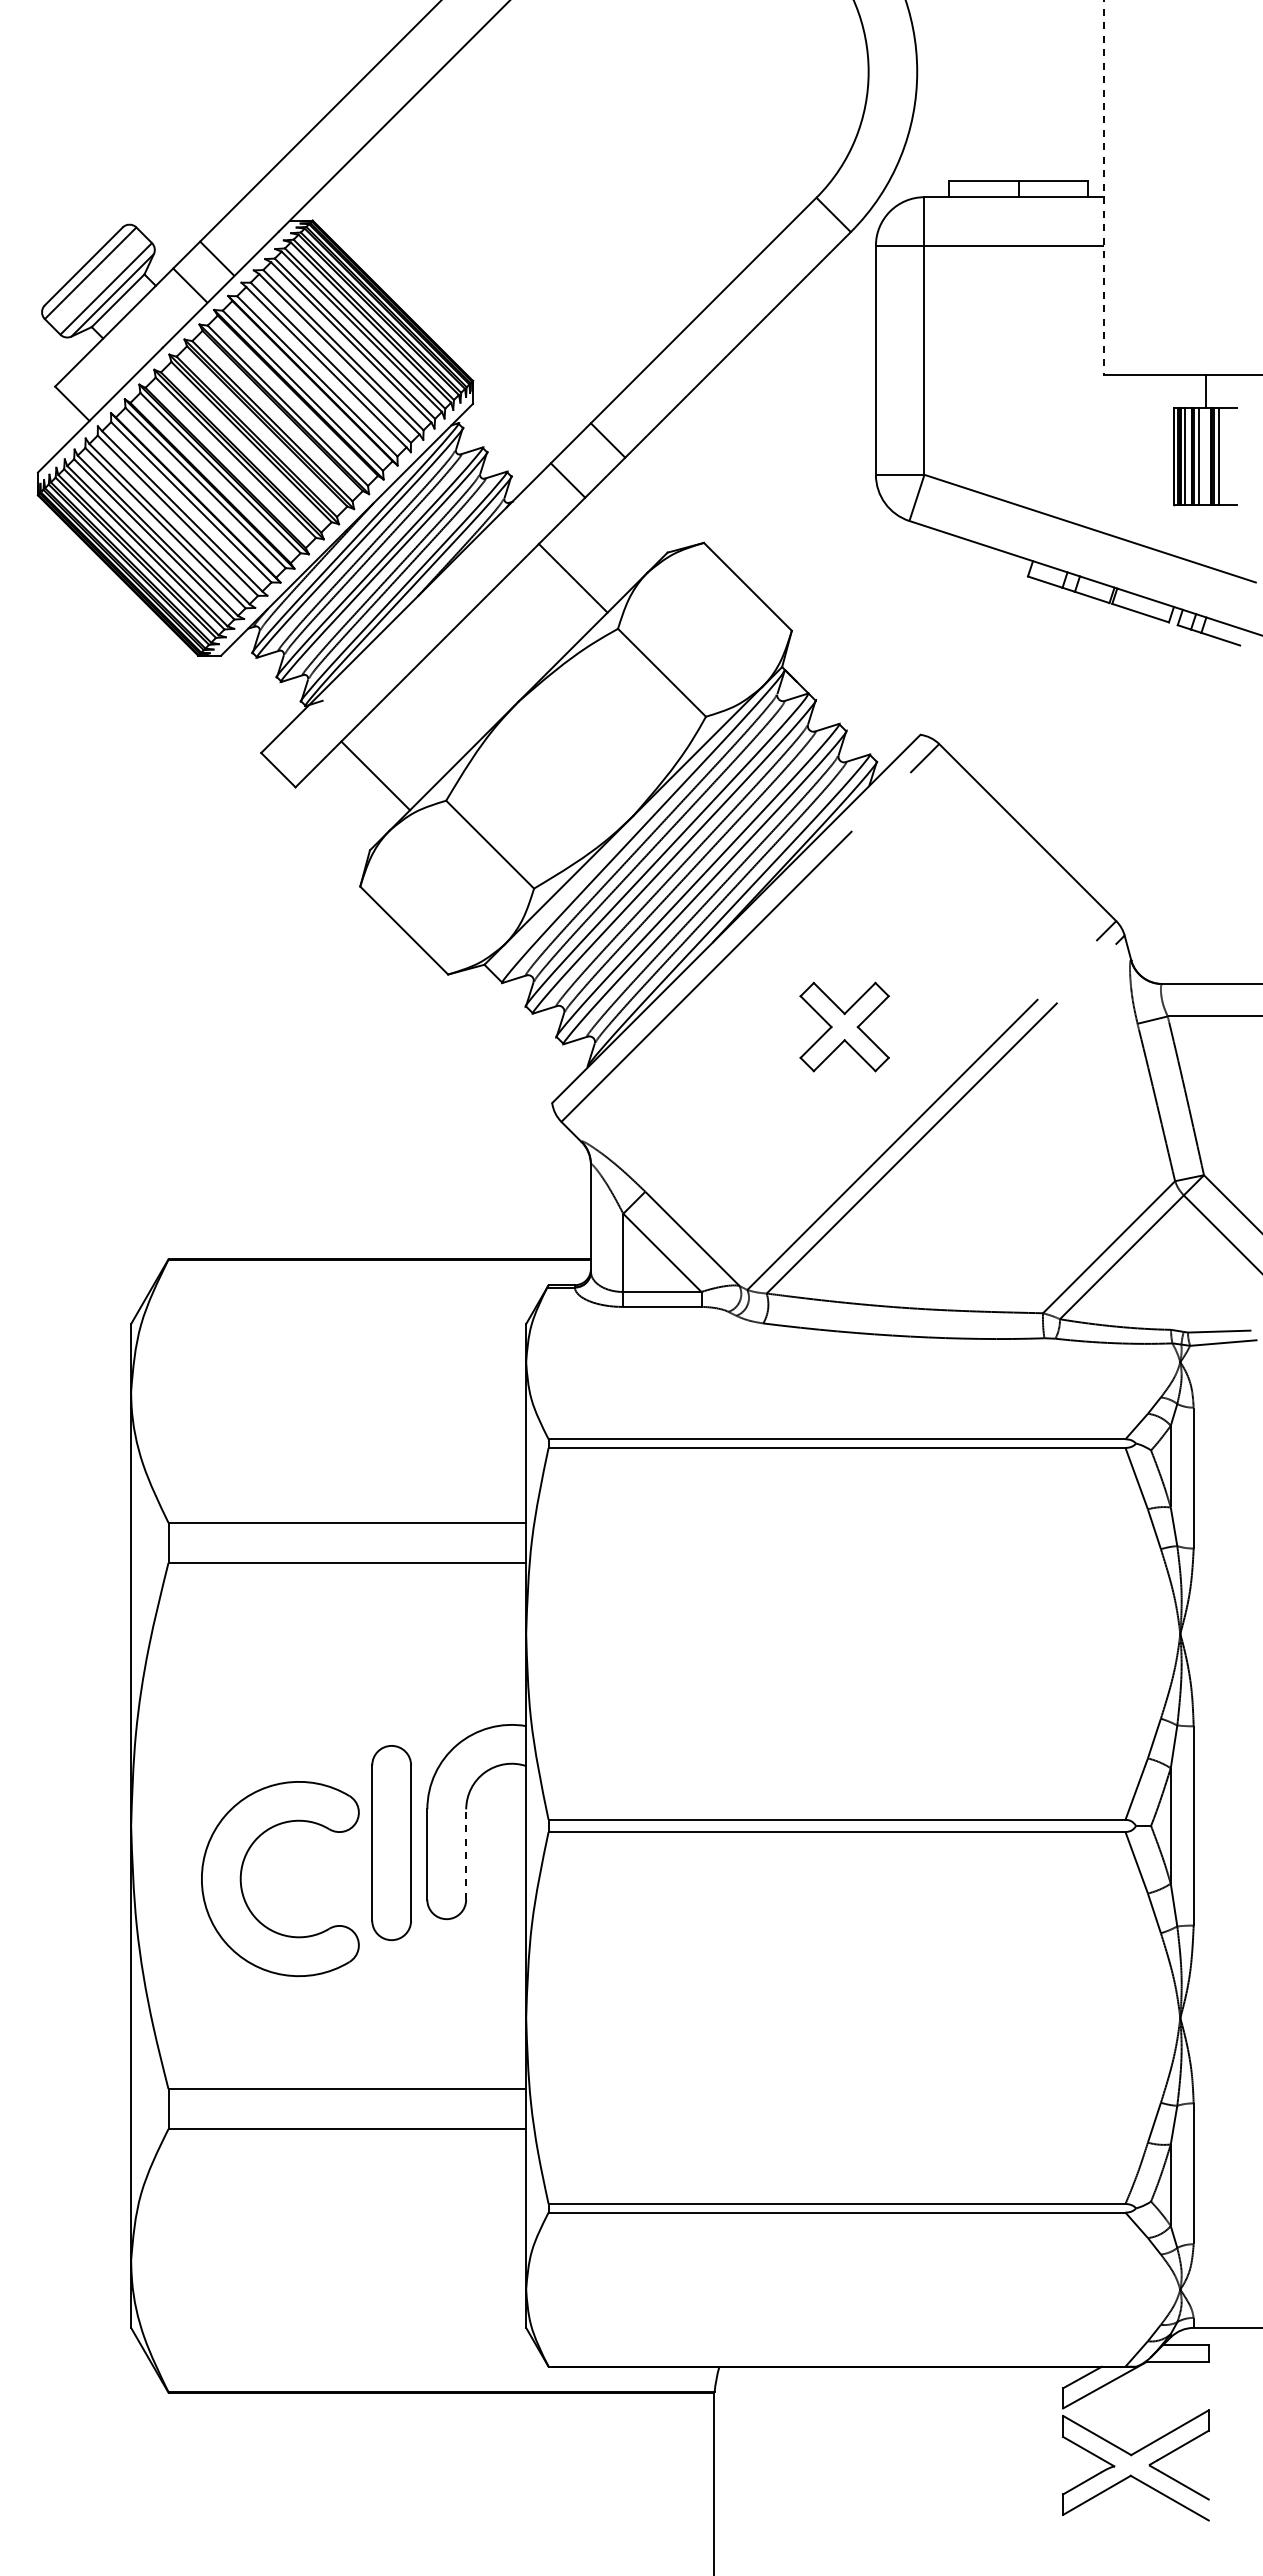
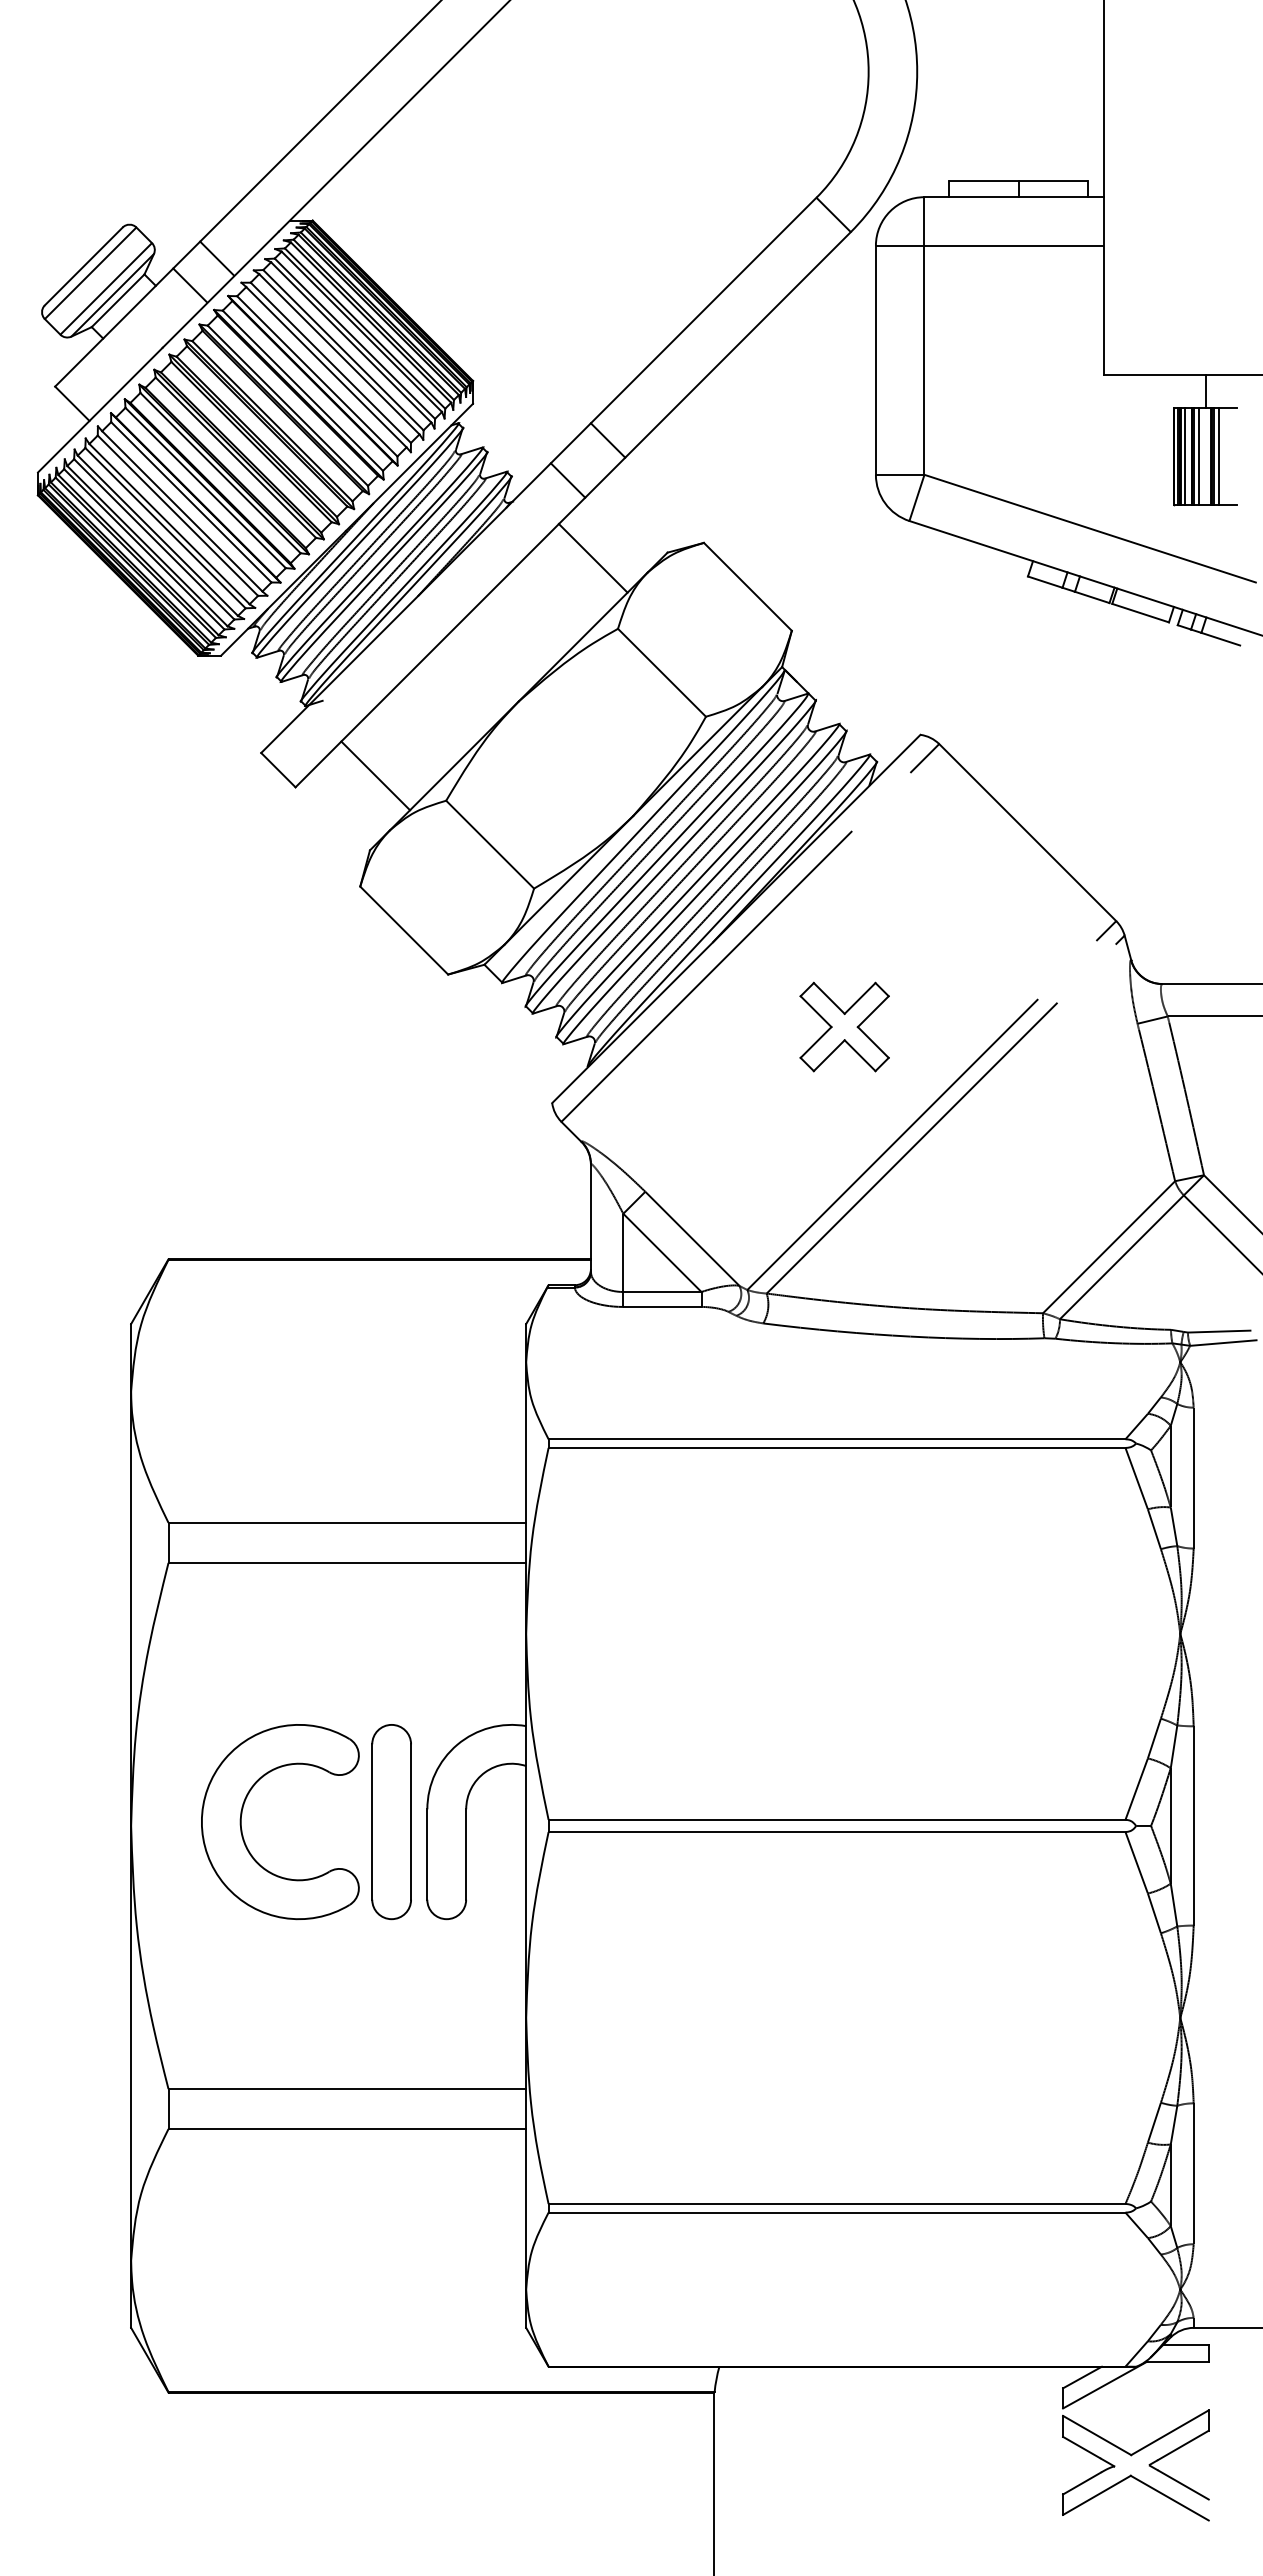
line at (1104, 188): dashed -> solid
line at (572, 578) position: (572, 578) -> (592, 558)
part at (391, 1843) position: (391, 1843) -> (391, 1822)
line at (466, 1854): dashed -> solid
part at (242, 1886) position: (242, 1886) -> (242, 1829)
